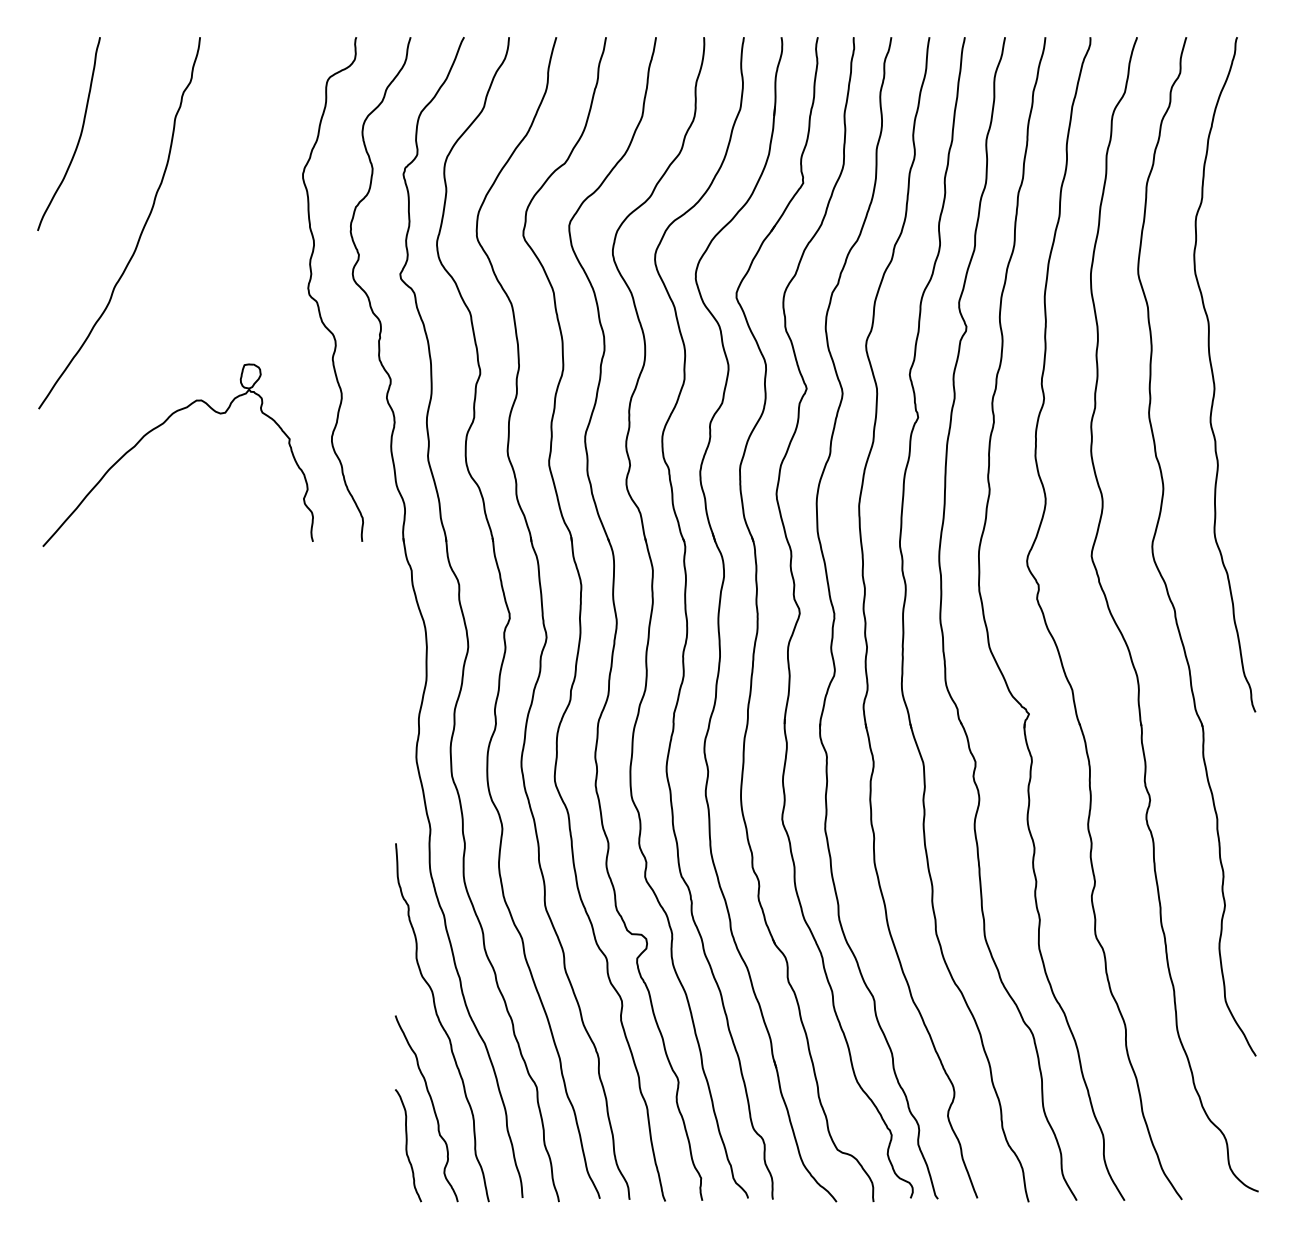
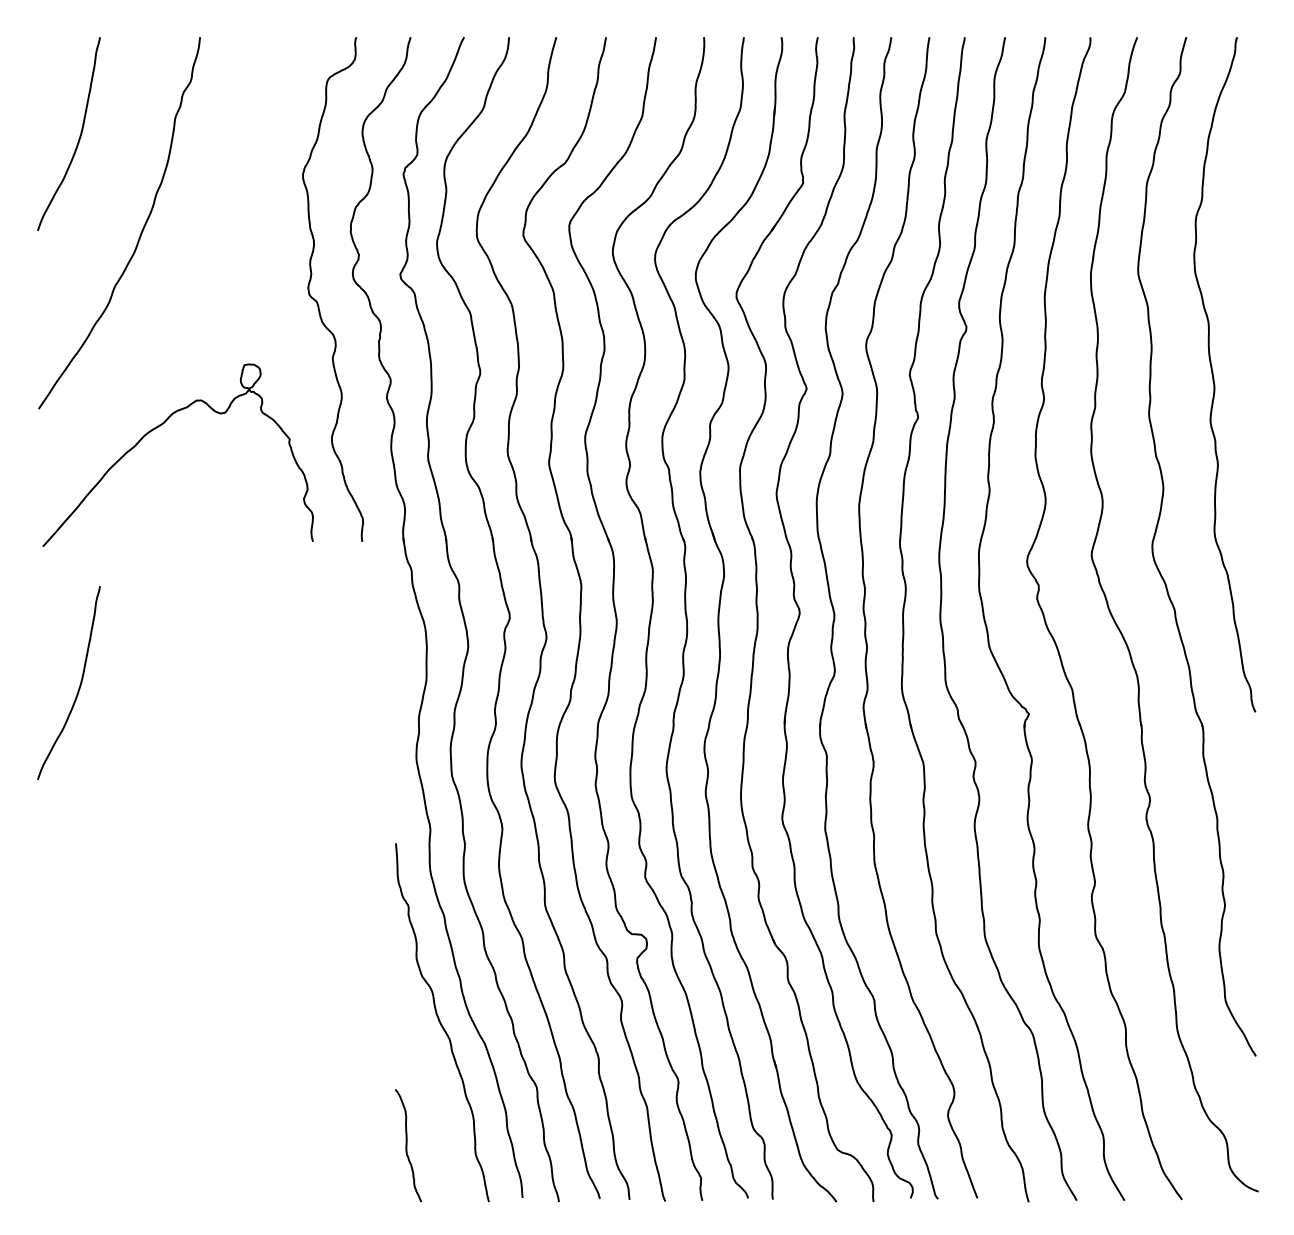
curve at (79, 684): none -> present
curve at (432, 1107): present -> none
